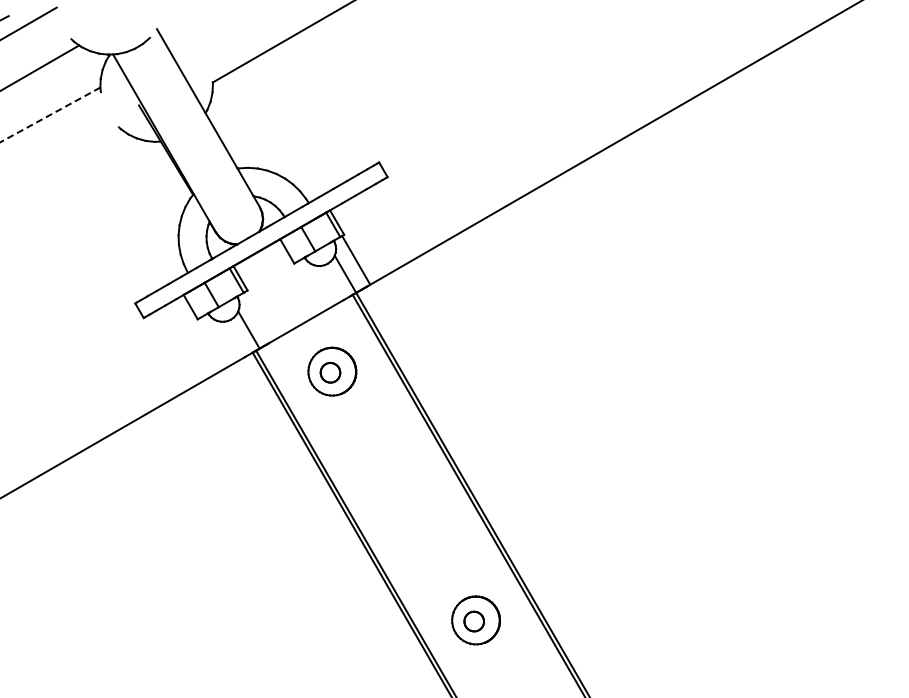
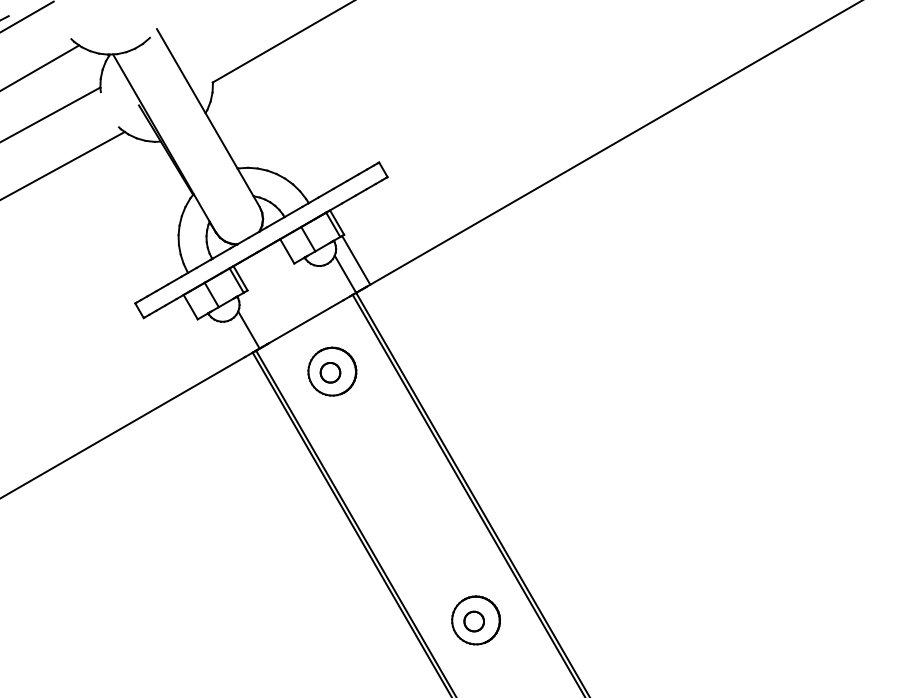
line at (29, 23) position: (29, 23) -> (27, 16)
line at (50, 114): dashed -> solid
line at (63, 165): none -> present
